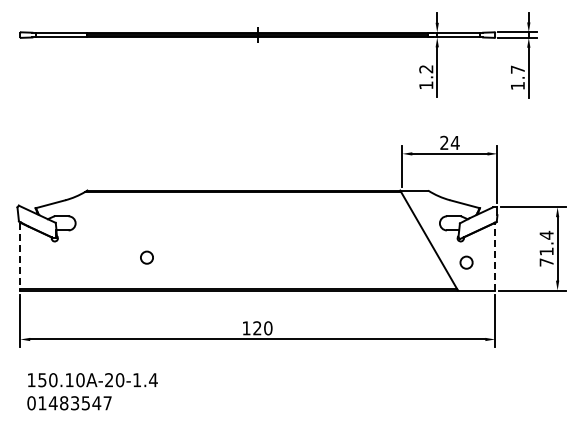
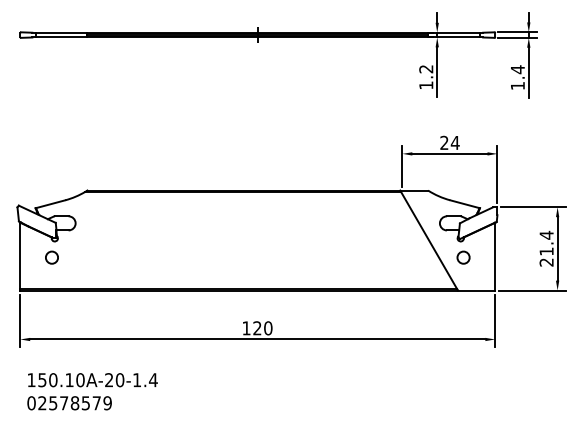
text at (517, 69): 1.7 -> 1.4
line at (20, 256): dashed -> solid
line at (495, 256): dashed -> solid
circle at (146, 257) position: (146, 257) -> (51, 257)
circle at (466, 262) position: (466, 262) -> (463, 257)
text at (546, 262): 71.4 -> 21.4
text at (74, 403): 01483547 -> 02578579
